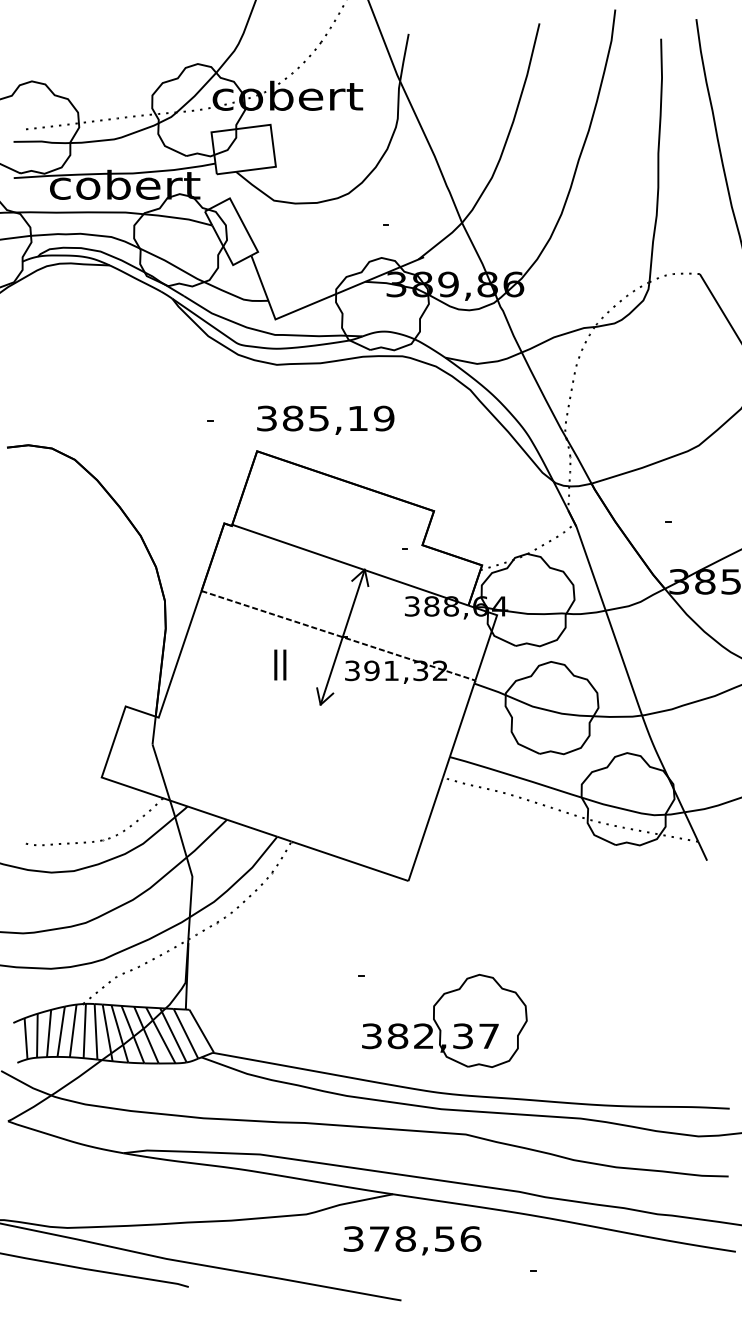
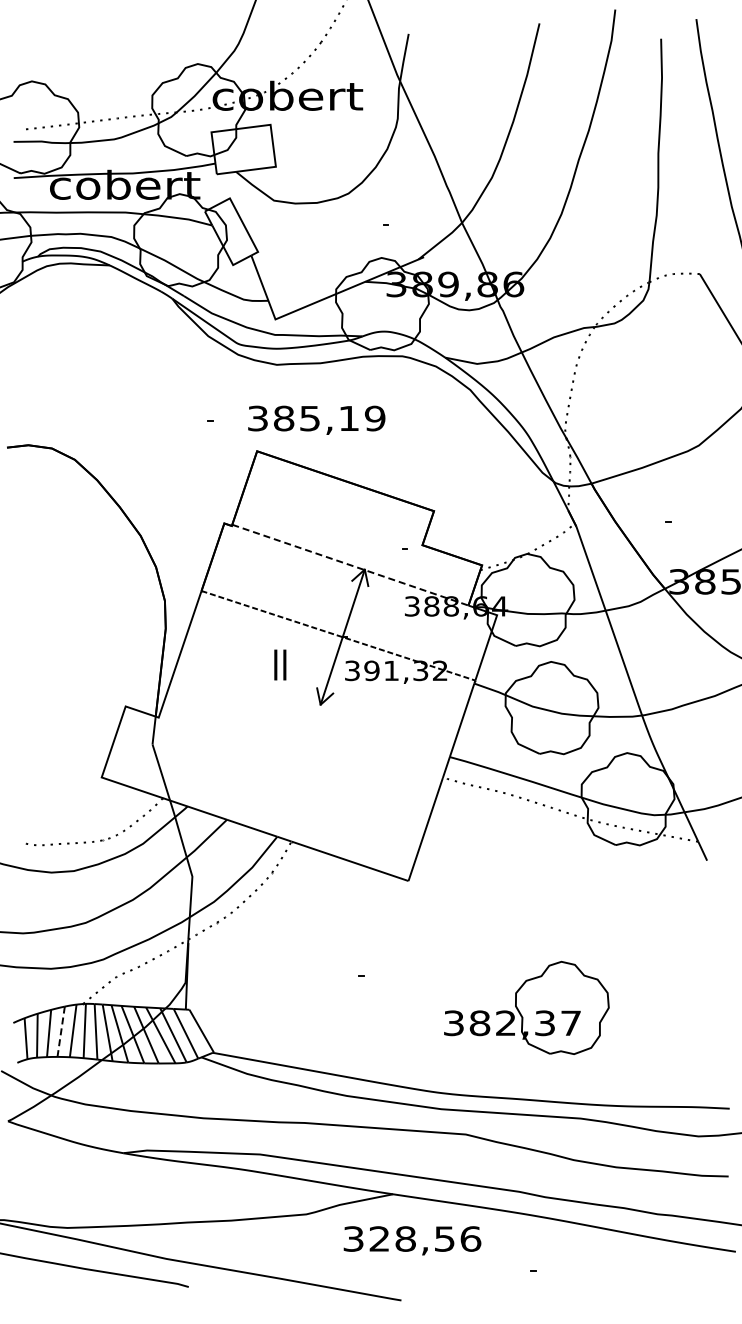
text at (325, 419) position: (325, 419) -> (316, 419)
line at (350, 565): solid -> dashed
part at (444, 1020) position: (444, 1020) -> (526, 1007)
line at (61, 1032): solid -> dashed
text at (379, 1238): 378,56 -> 328,56
